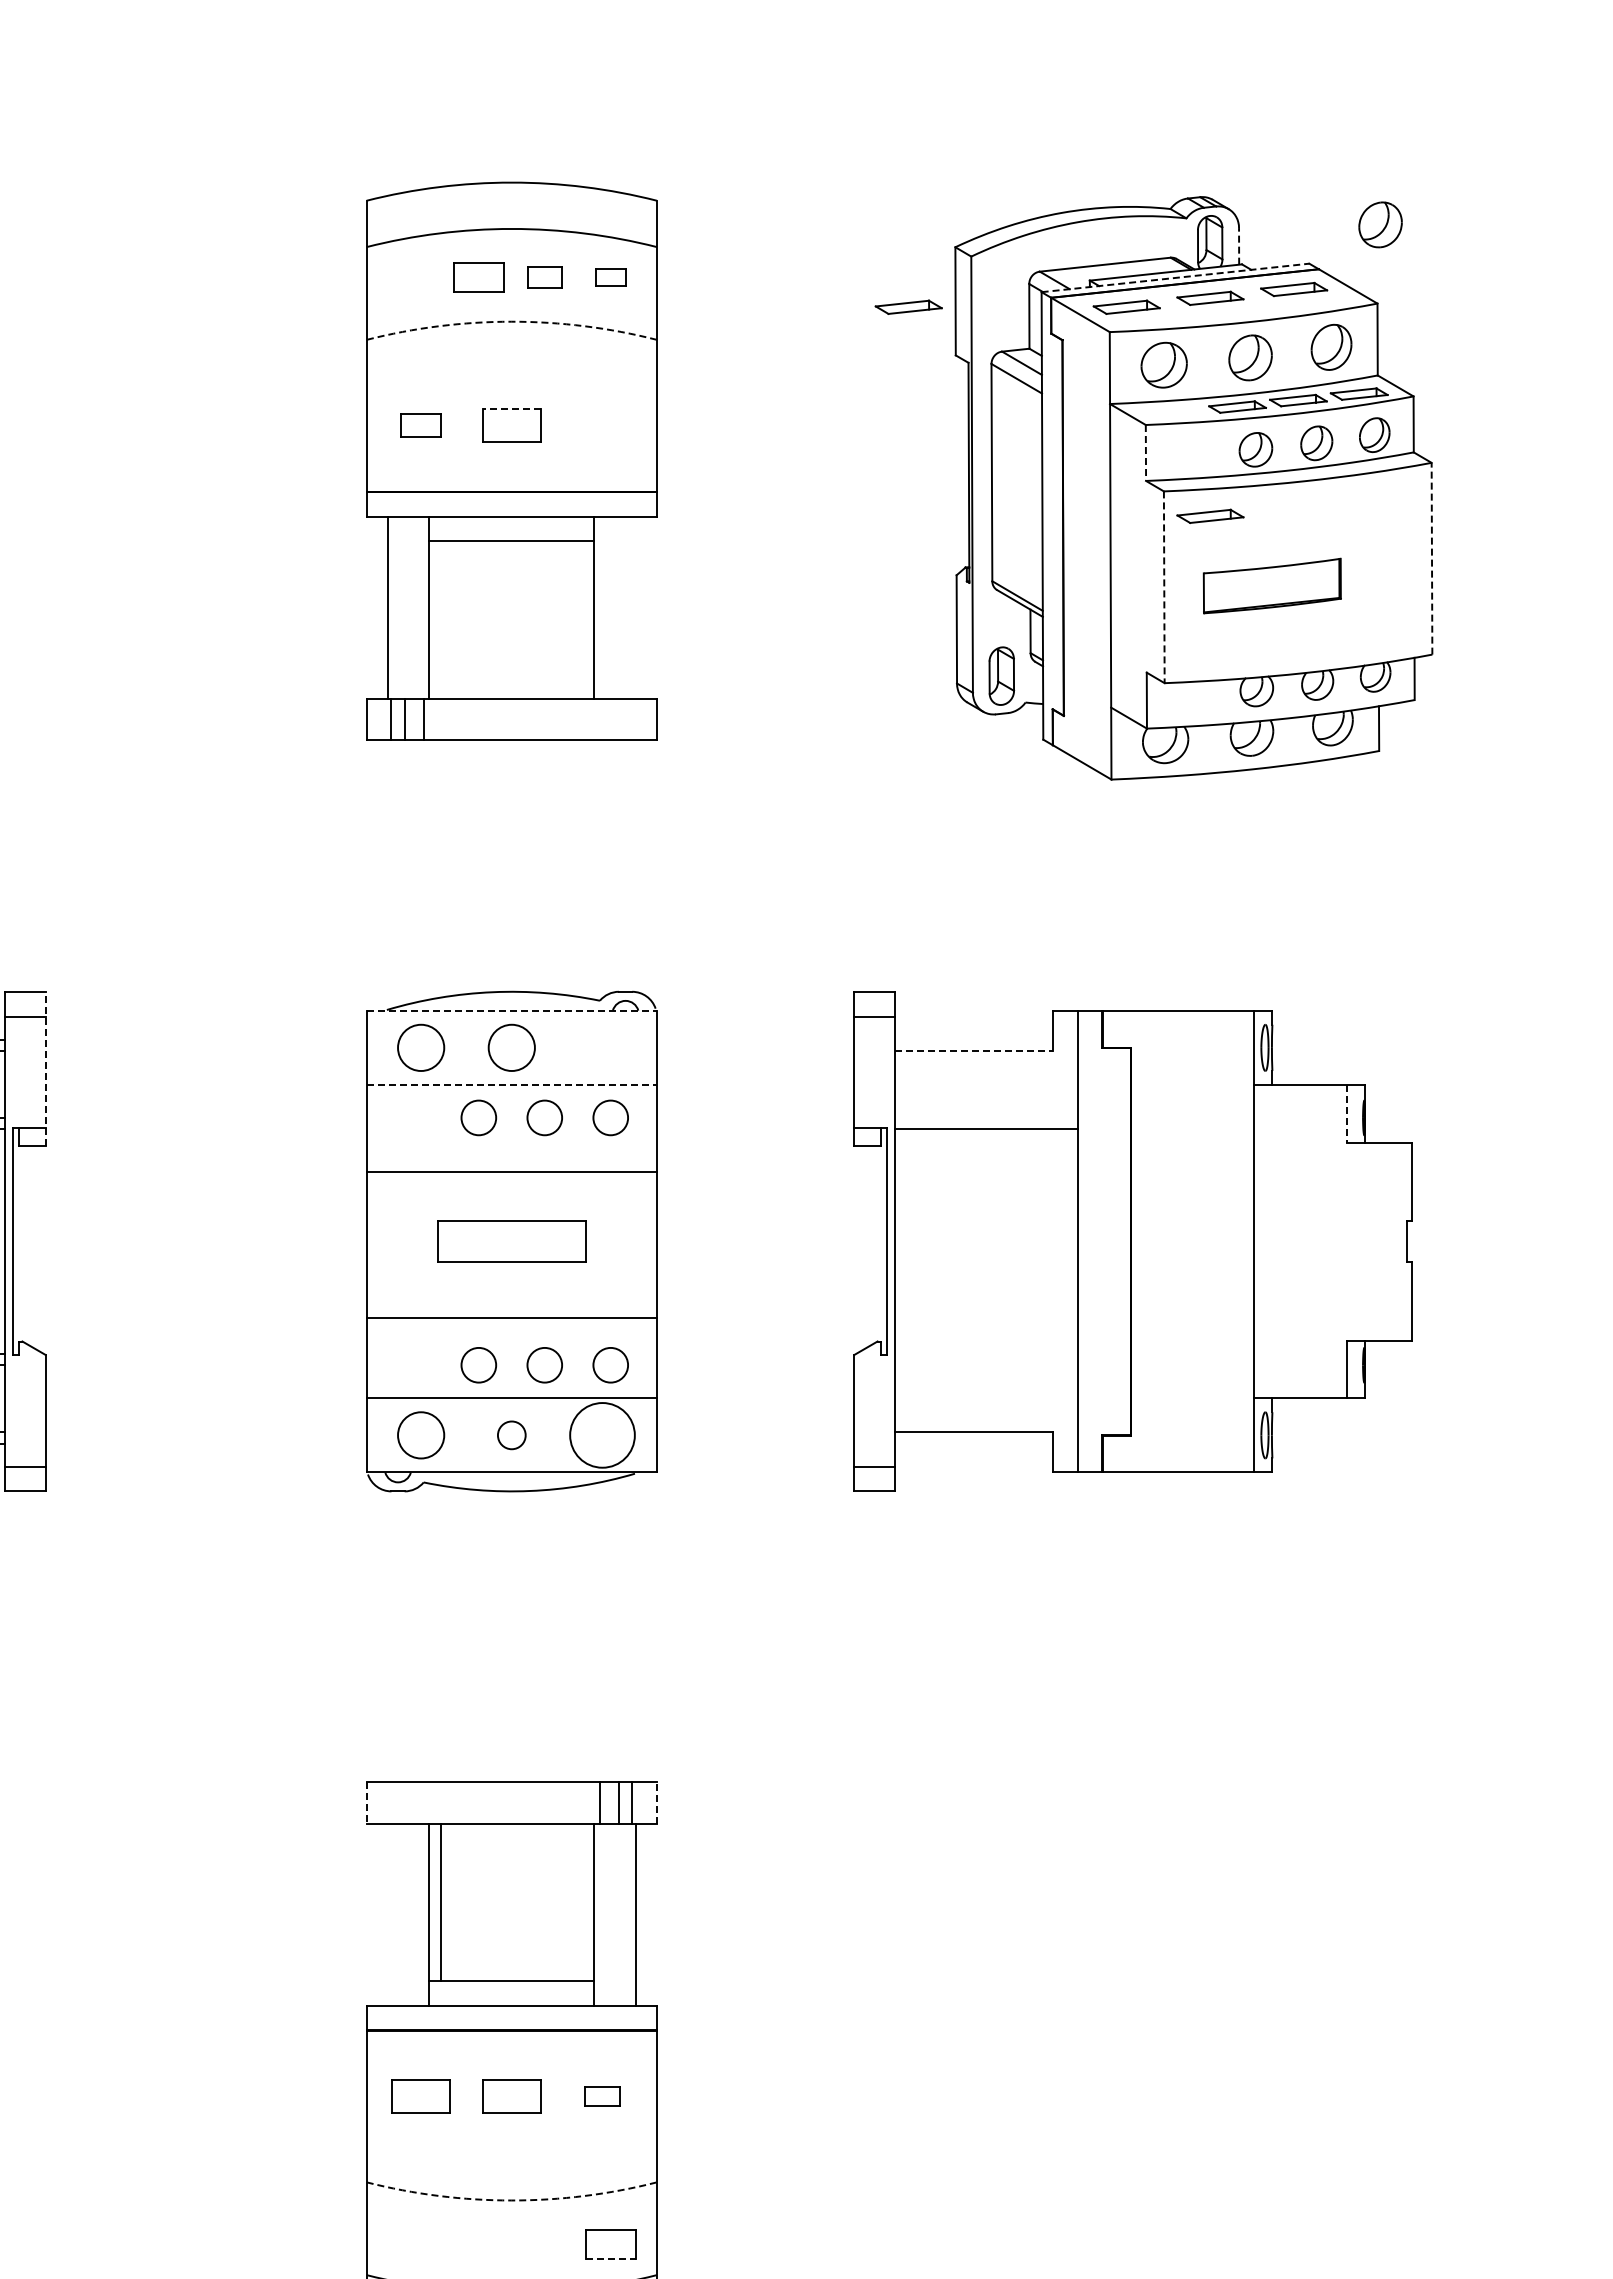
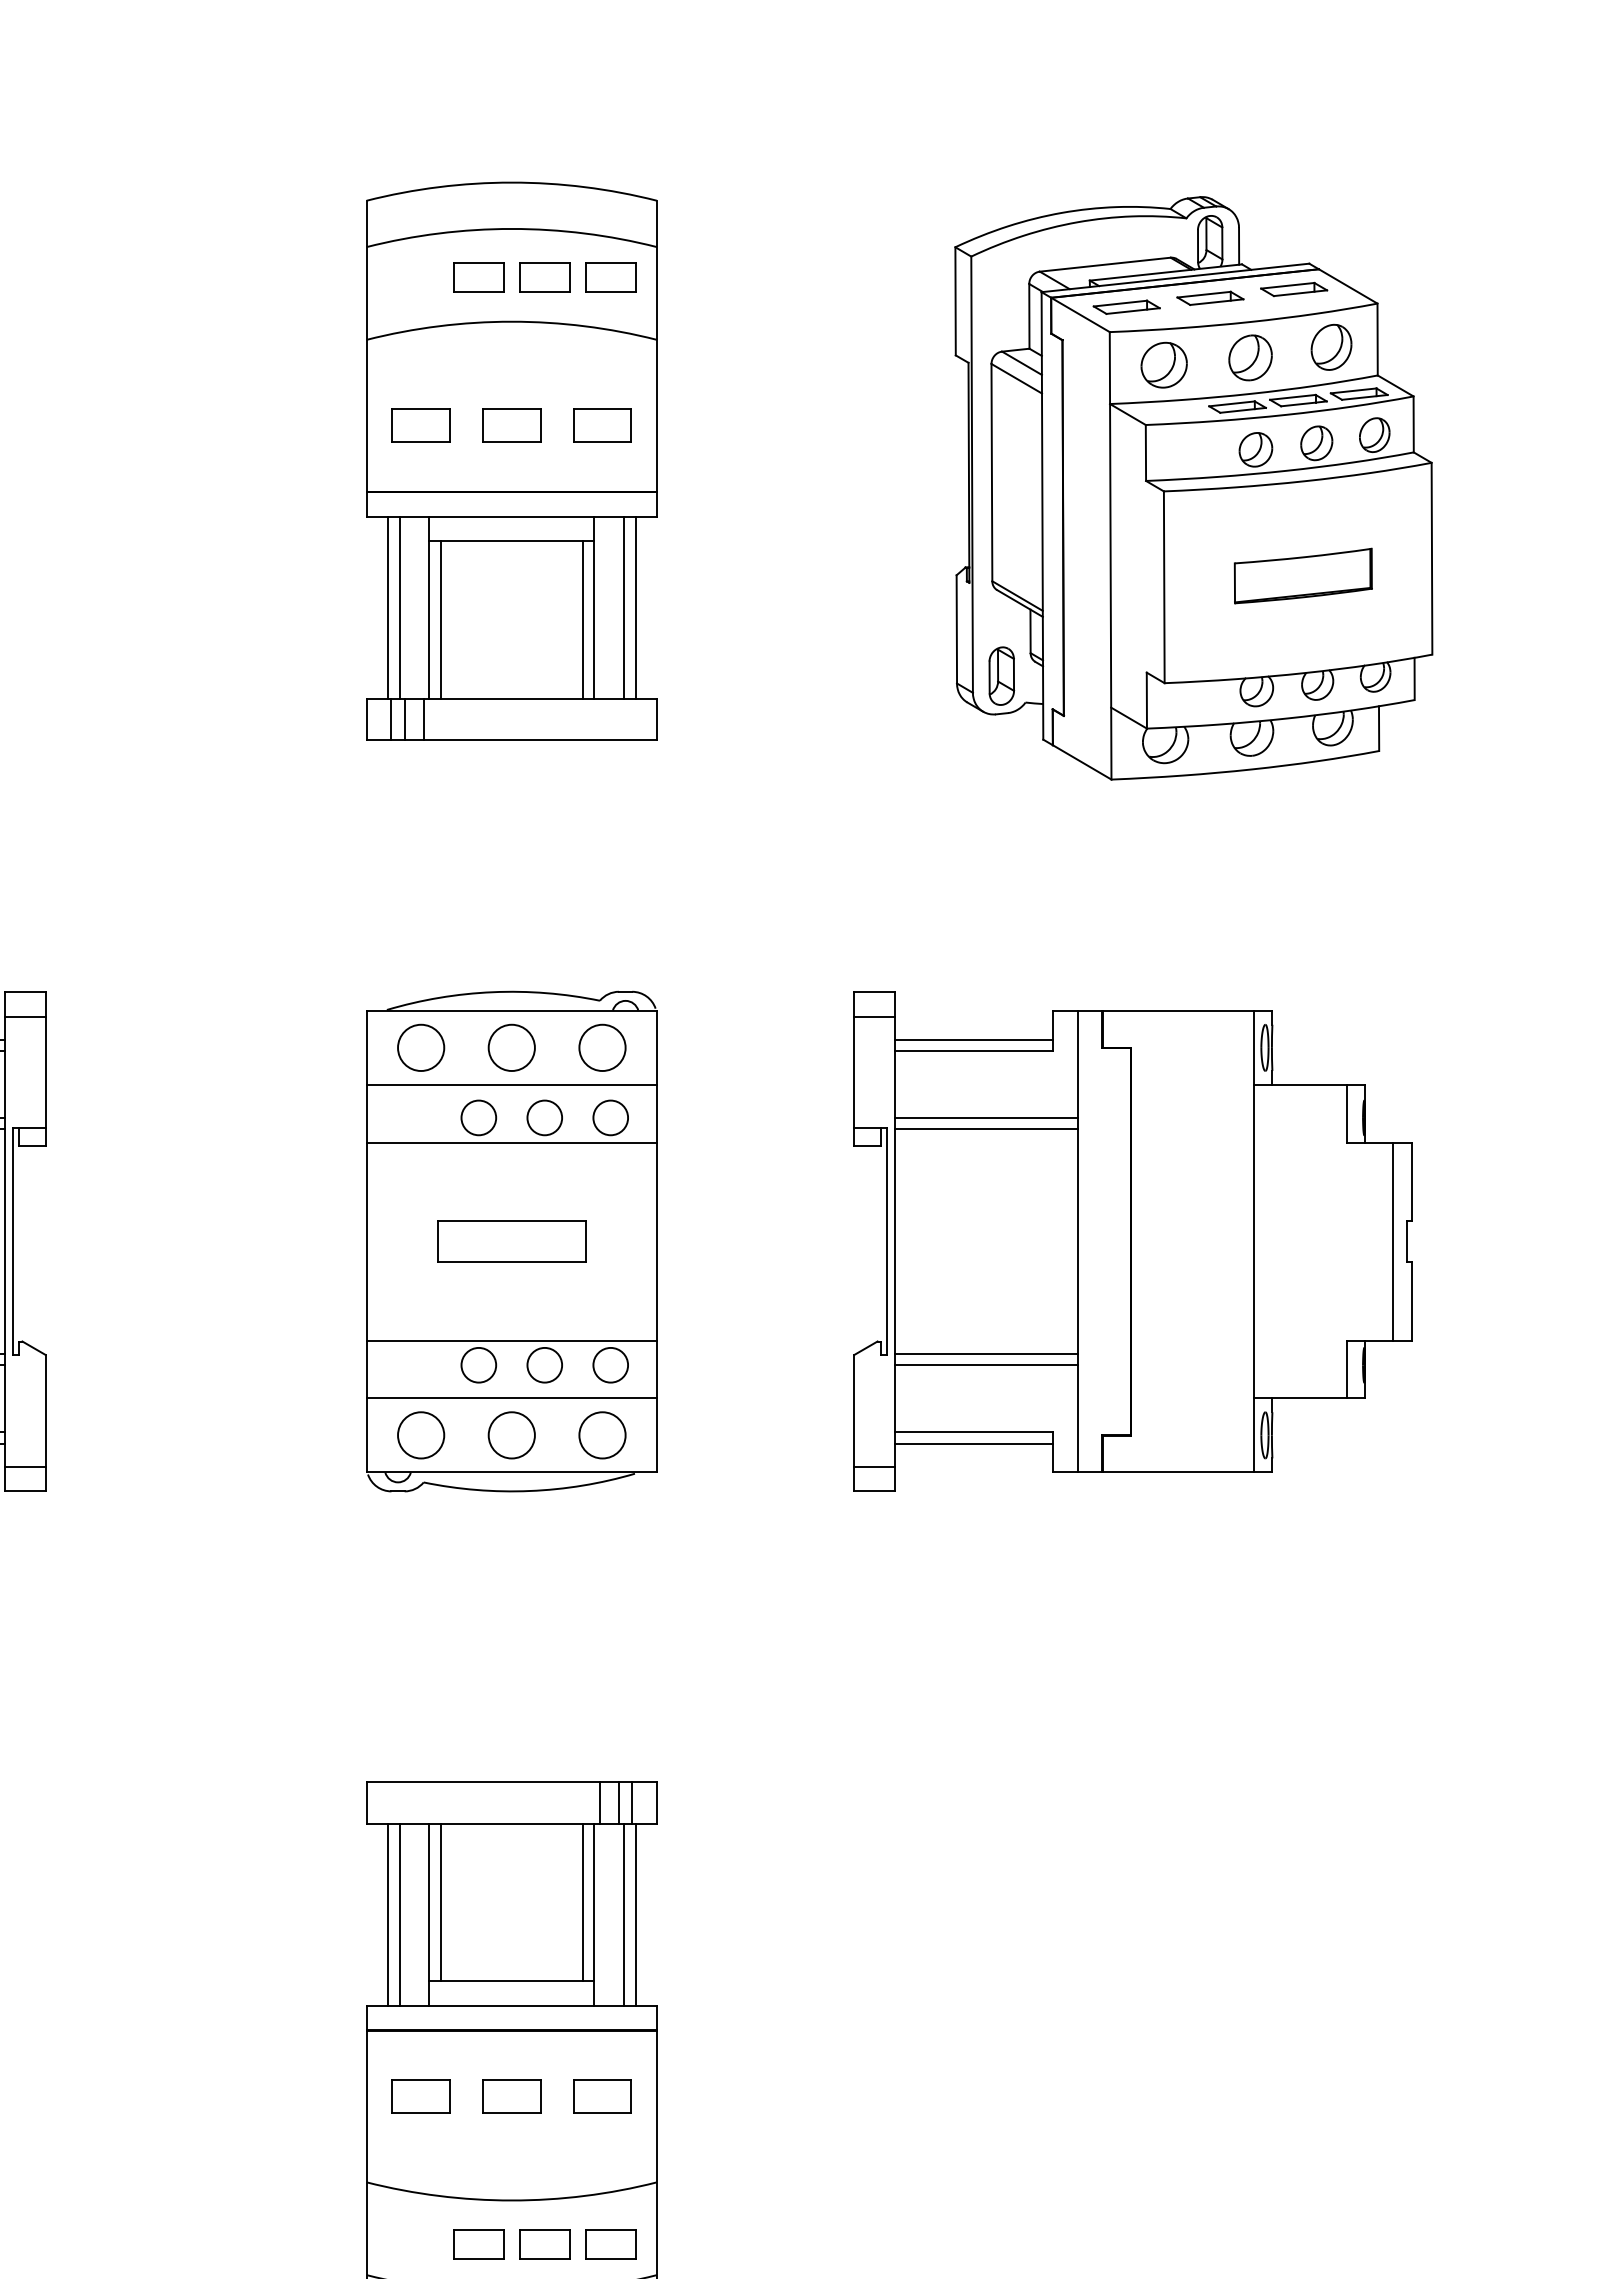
part at (1380, 224): present -> none
line at (1239, 245): dashed -> solid
part at (544, 277) size: 36x23 px -> 52x31 px
part at (610, 277) size: 32x19 px -> 52x31 px
line at (1175, 277): dashed -> solid
part at (908, 306): present -> none
arc at (511, 321): dashed -> solid
line at (511, 409): dashed -> solid
part at (420, 425) size: 42x25 px -> 60x35 px
part at (602, 425): none -> present
line at (1145, 452): dashed -> solid
part at (1210, 515): present -> none
line at (1431, 558): dashed -> solid
part at (1271, 585) position: (1271, 585) -> (1302, 575)
line at (1164, 587): dashed -> solid
line at (399, 607): none -> present
line at (623, 607): none -> present
line at (635, 607): none -> present
line at (440, 619): none -> present
line at (582, 619): none -> present
line at (512, 1010): dashed -> solid
line at (973, 1039): none -> present
circle at (602, 1047): none -> present
line at (974, 1051): dashed -> solid
line at (45, 1068): dashed -> solid
line at (512, 1084): dashed -> solid
line at (1347, 1113): dashed -> solid
line at (986, 1117): none -> present
line at (511, 1171) position: (511, 1171) -> (511, 1142)
line at (1393, 1241): none -> present
line at (511, 1317) position: (511, 1317) -> (511, 1340)
line at (986, 1353): none -> present
line at (986, 1365): none -> present
circle at (511, 1435) diameter: 28 px -> 46 px
circle at (602, 1435) diameter: 65 px -> 46 px
line at (973, 1443): none -> present
line at (366, 1802): dashed -> solid
line at (656, 1802): dashed -> solid
line at (582, 1901): none -> present
line at (388, 1914): none -> present
line at (399, 1914): none -> present
line at (623, 1914): none -> present
part at (602, 2096) size: 37x21 px -> 59x35 px
arc at (511, 2200): dashed -> solid
part at (478, 2244): none -> present
part at (544, 2244): none -> present
line at (610, 2259): dashed -> solid
